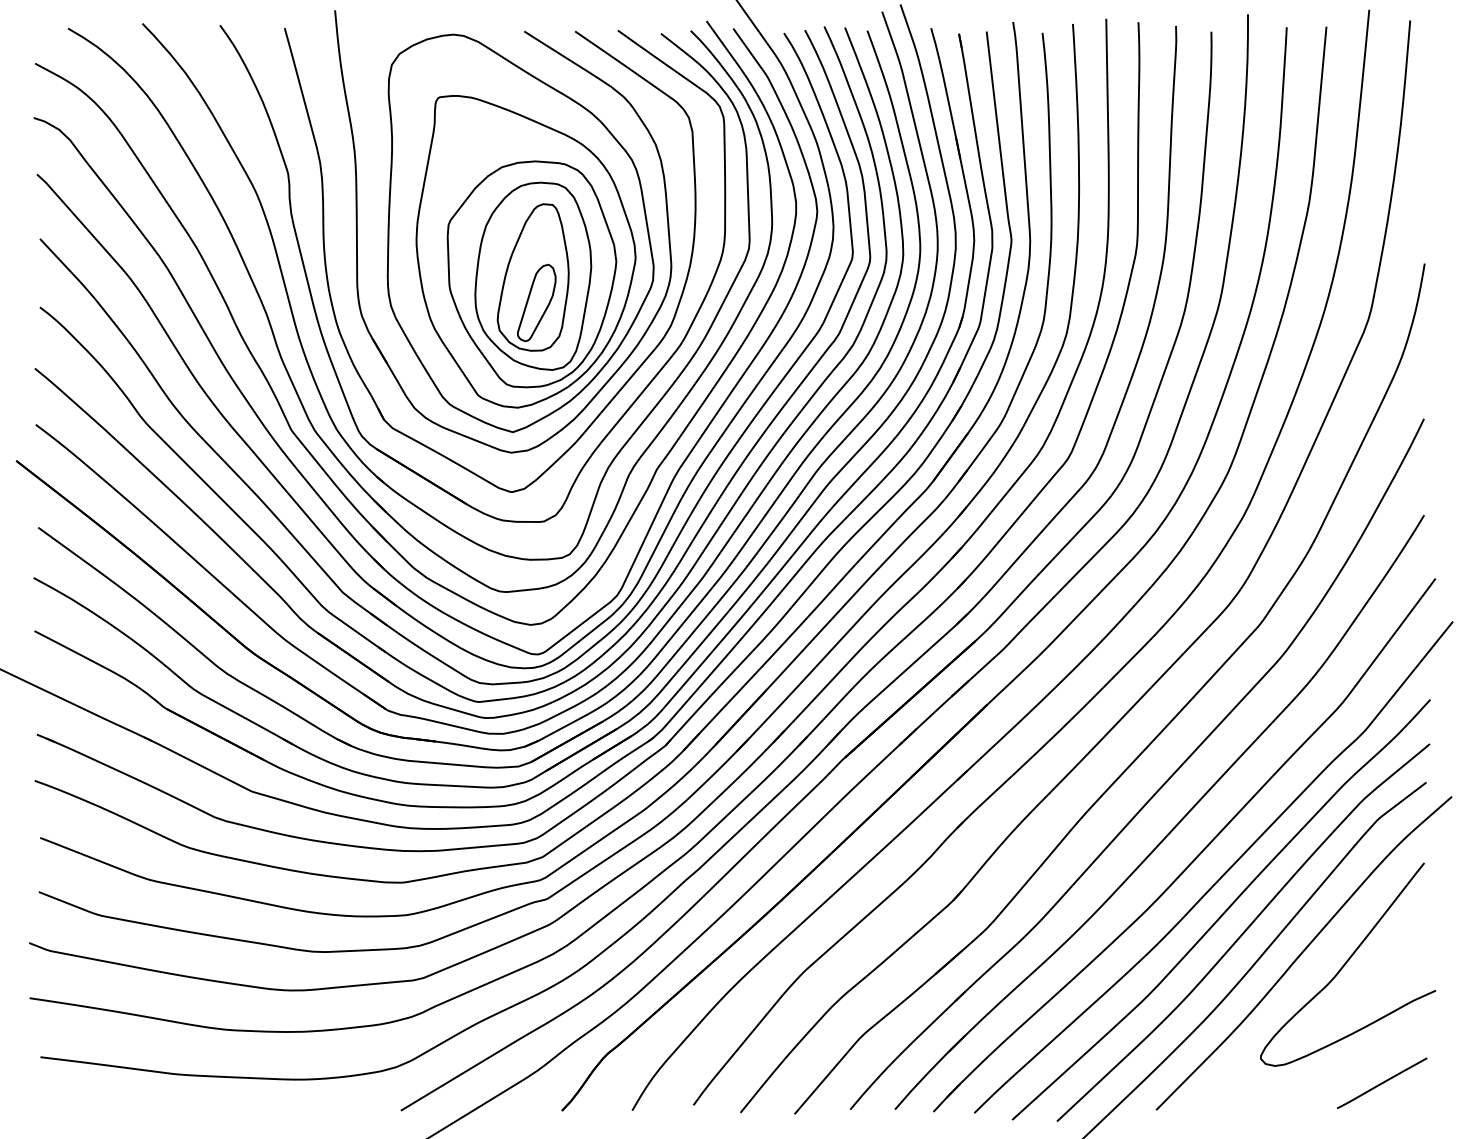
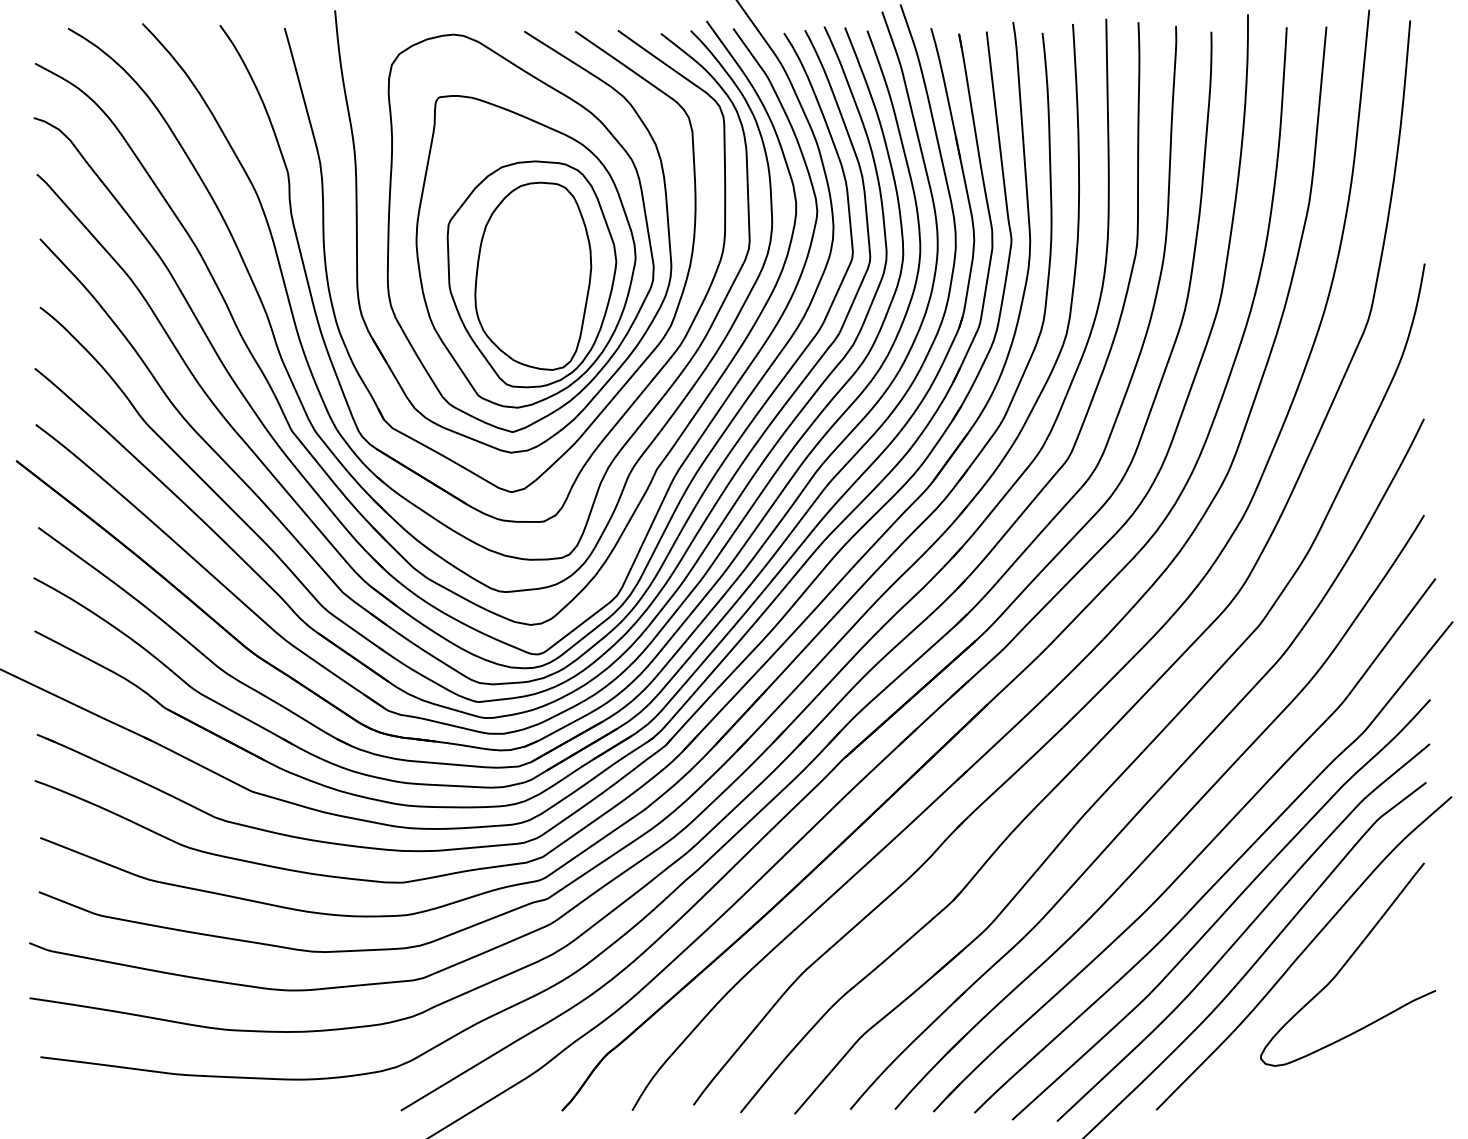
part at (532, 277): present -> none
line at (1382, 1083): present -> none
